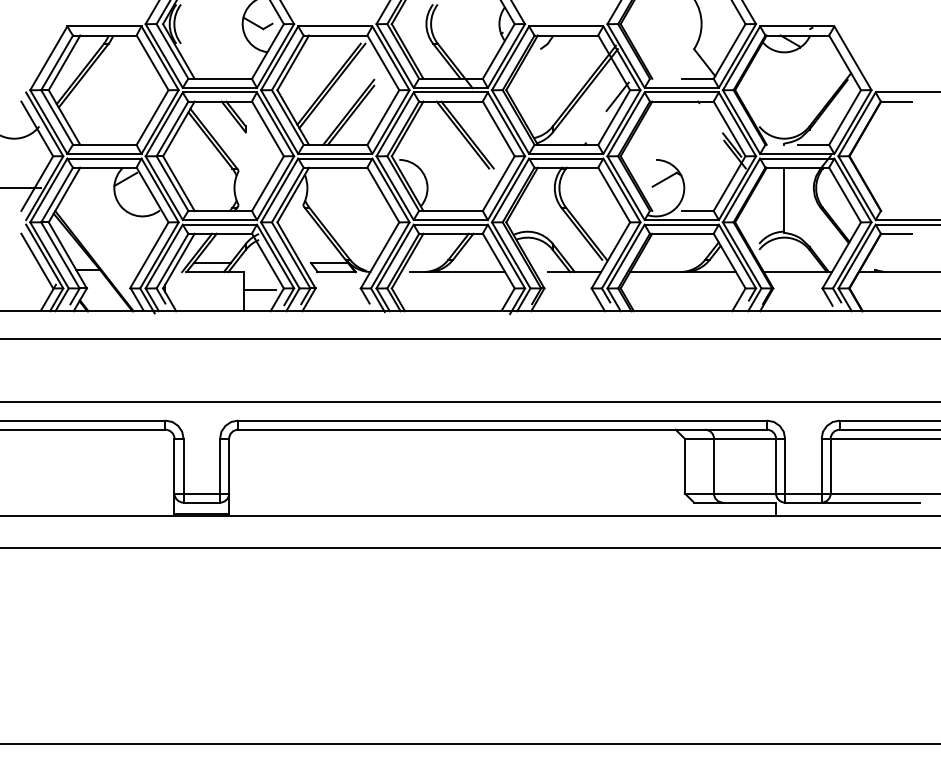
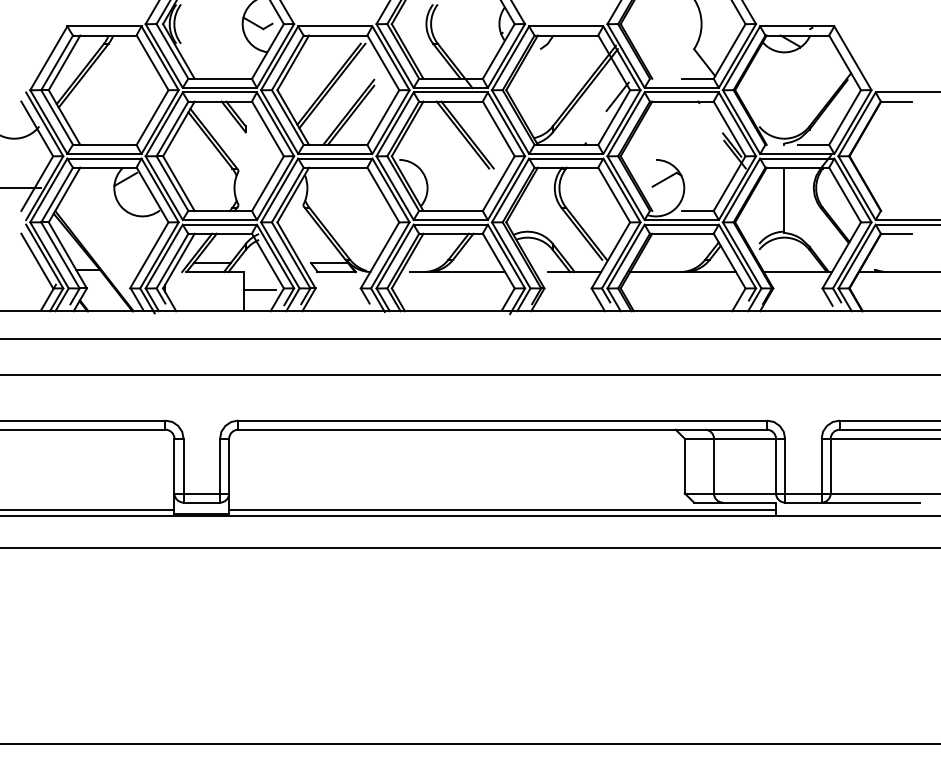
line at (469, 402) position: (469, 402) -> (469, 375)
line at (88, 510): none -> present
line at (502, 510): none -> present
